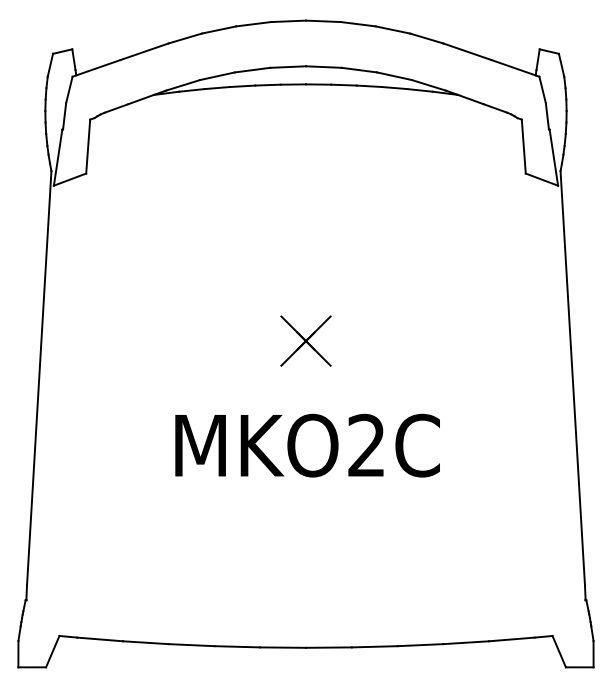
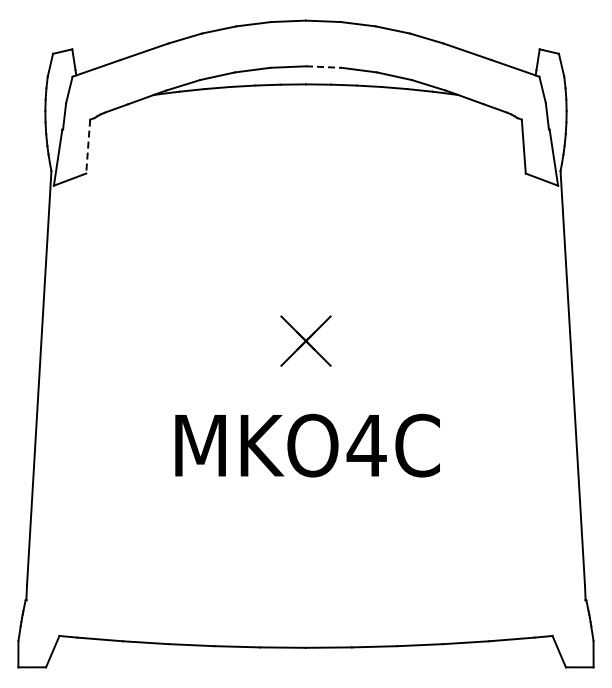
line at (323, 67): solid -> dashed
line at (88, 147): solid -> dashed
text at (366, 444): MKO2C -> MKO4C
